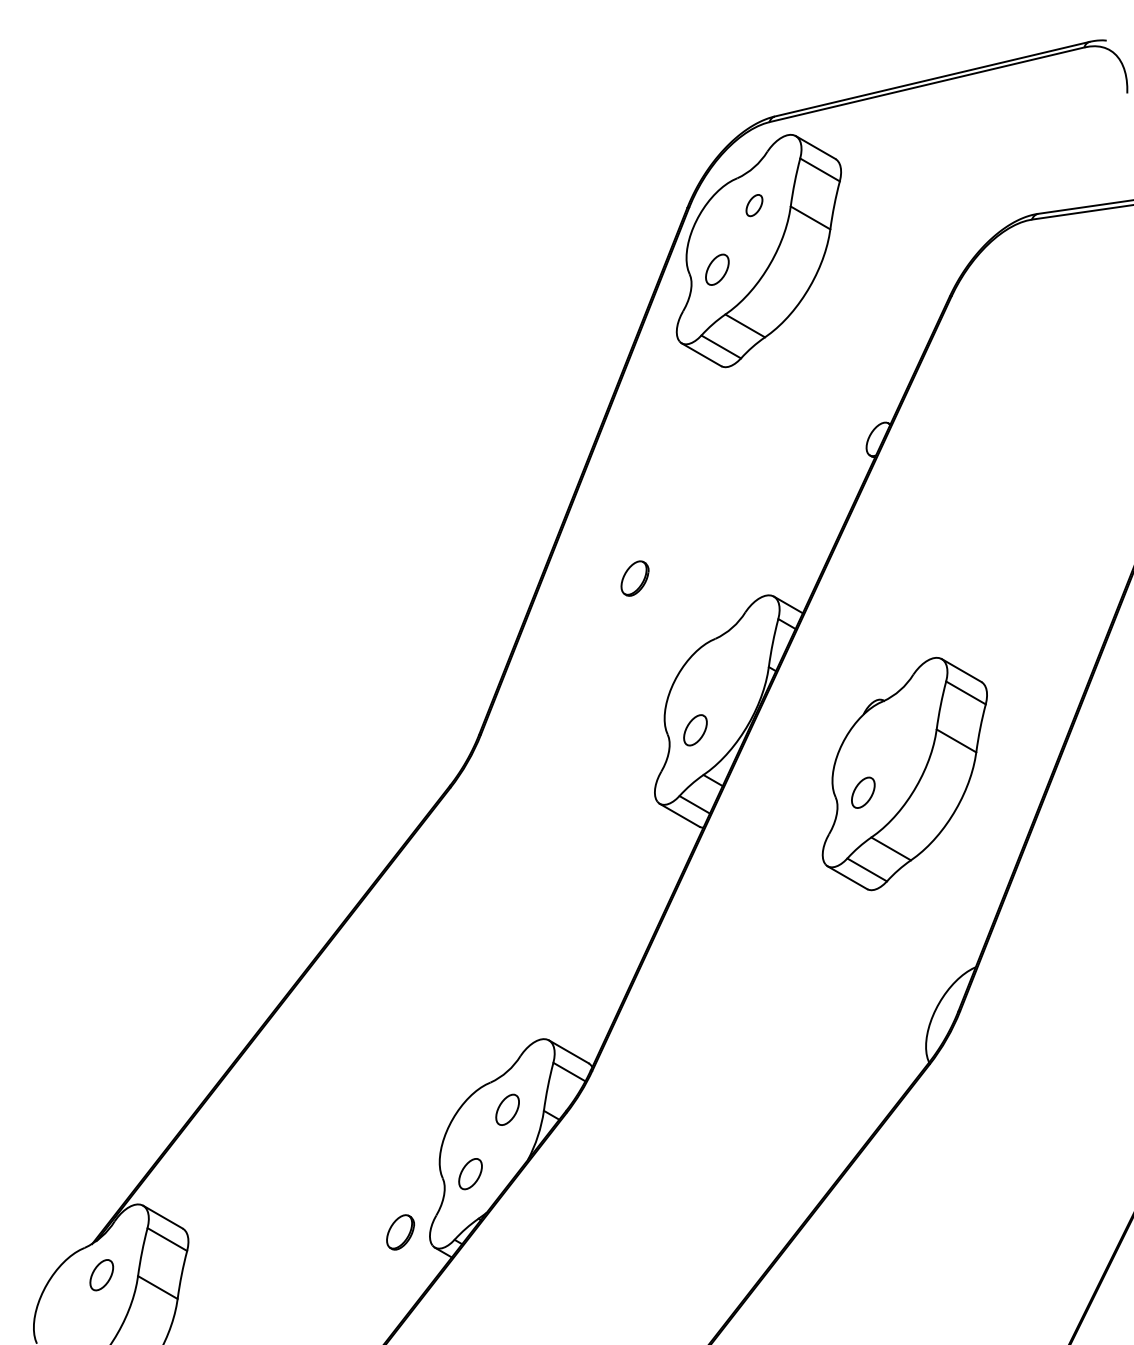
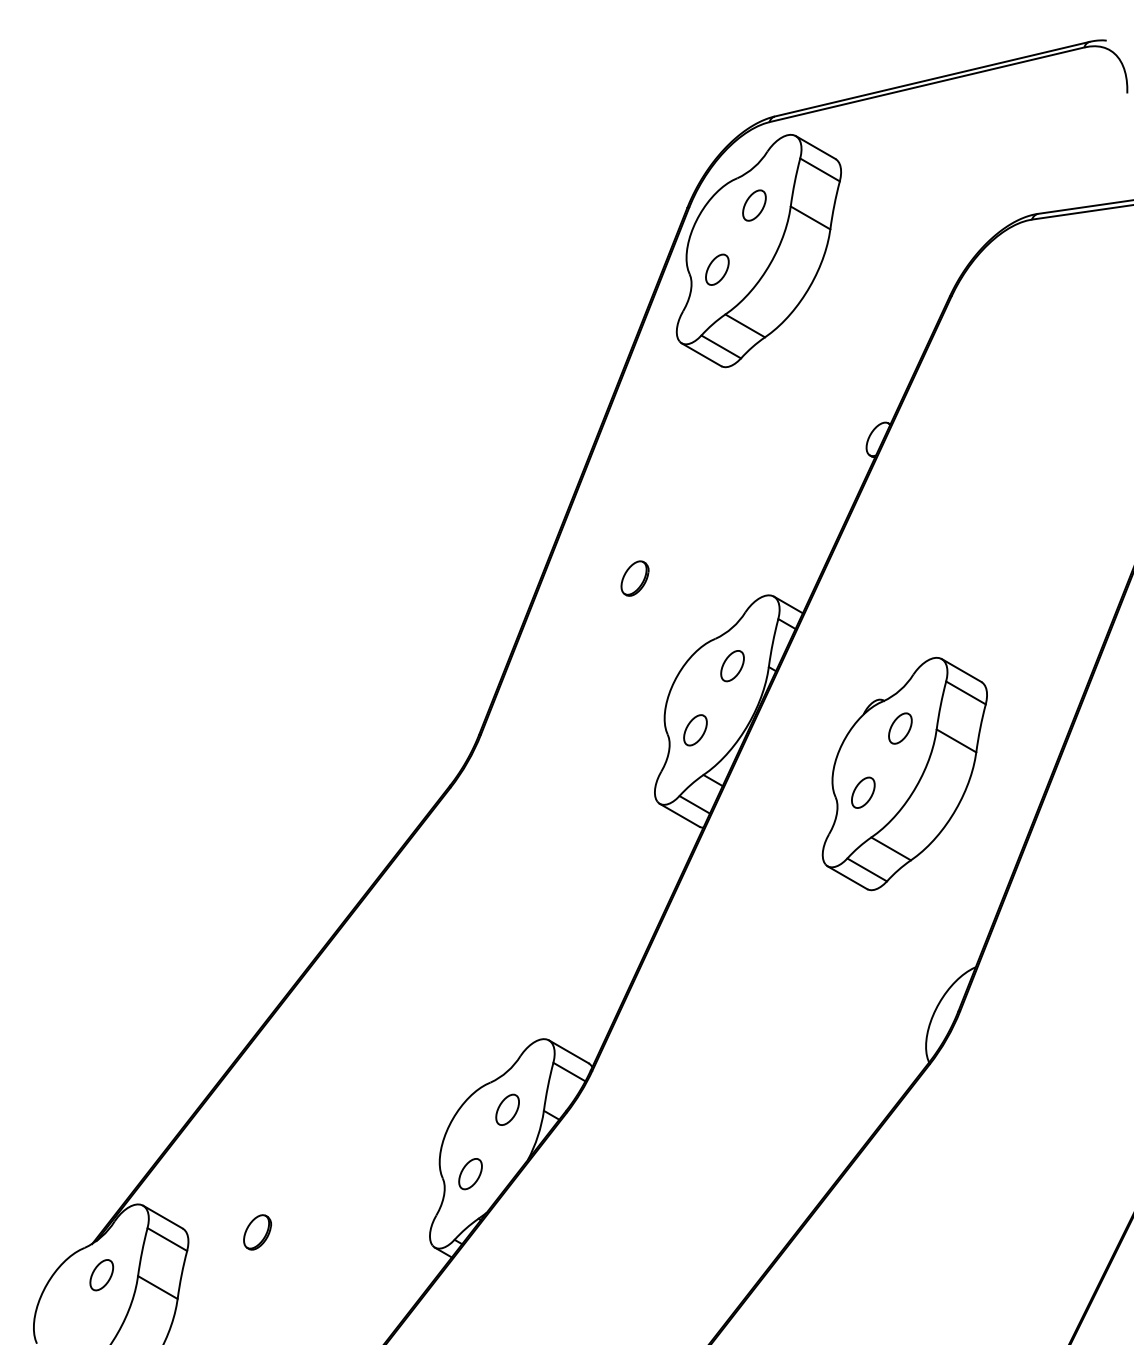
part at (754, 205) size: 19x24 px -> 25x33 px
part at (732, 666): none -> present
part at (900, 728): none -> present
part at (400, 1232) position: (400, 1232) -> (257, 1232)
